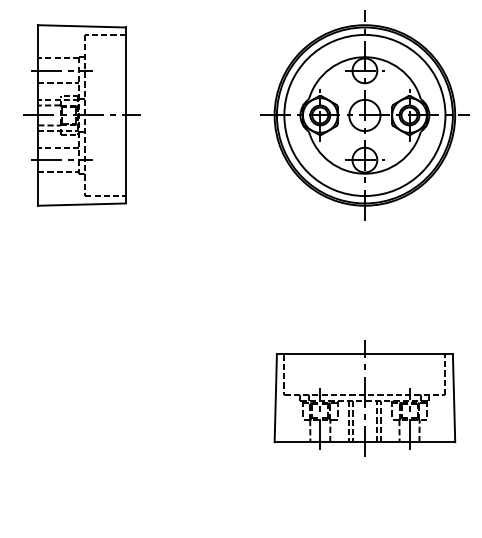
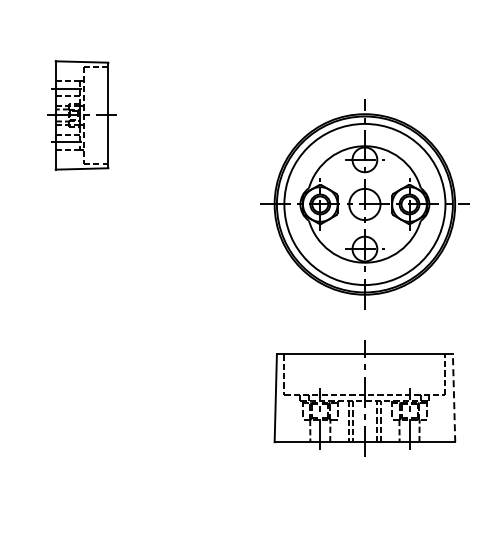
part at (81, 115) size: 118x183 px -> 70x111 px
part at (364, 115) position: (364, 115) -> (364, 204)
line at (454, 398): solid -> dashed
